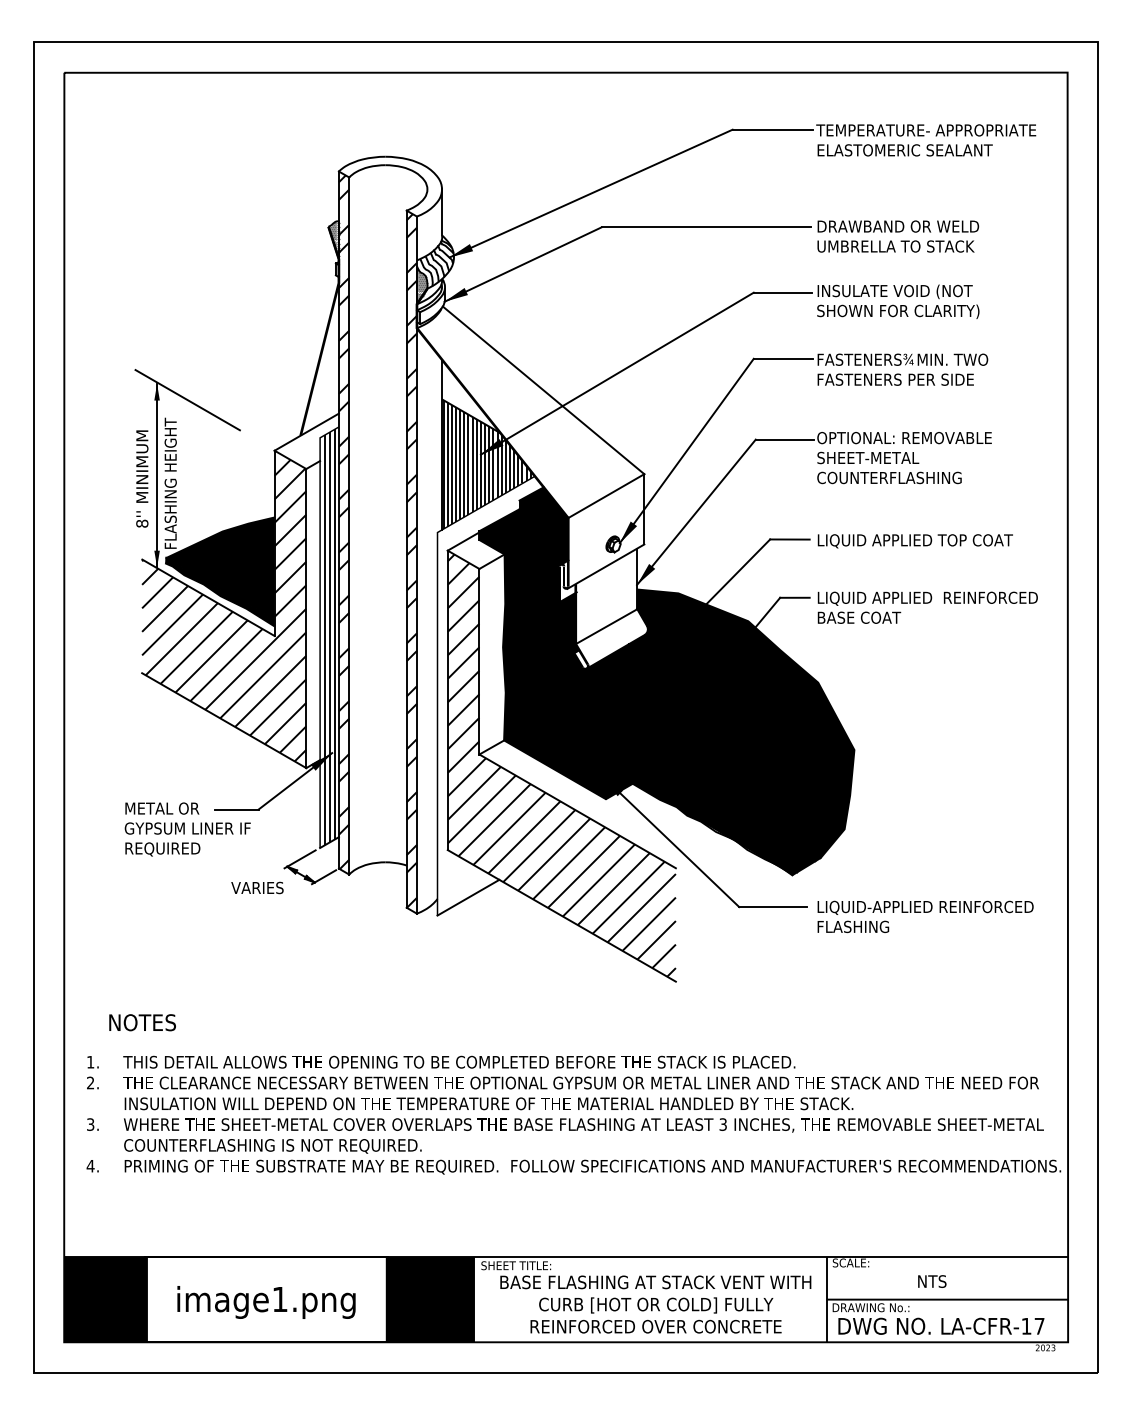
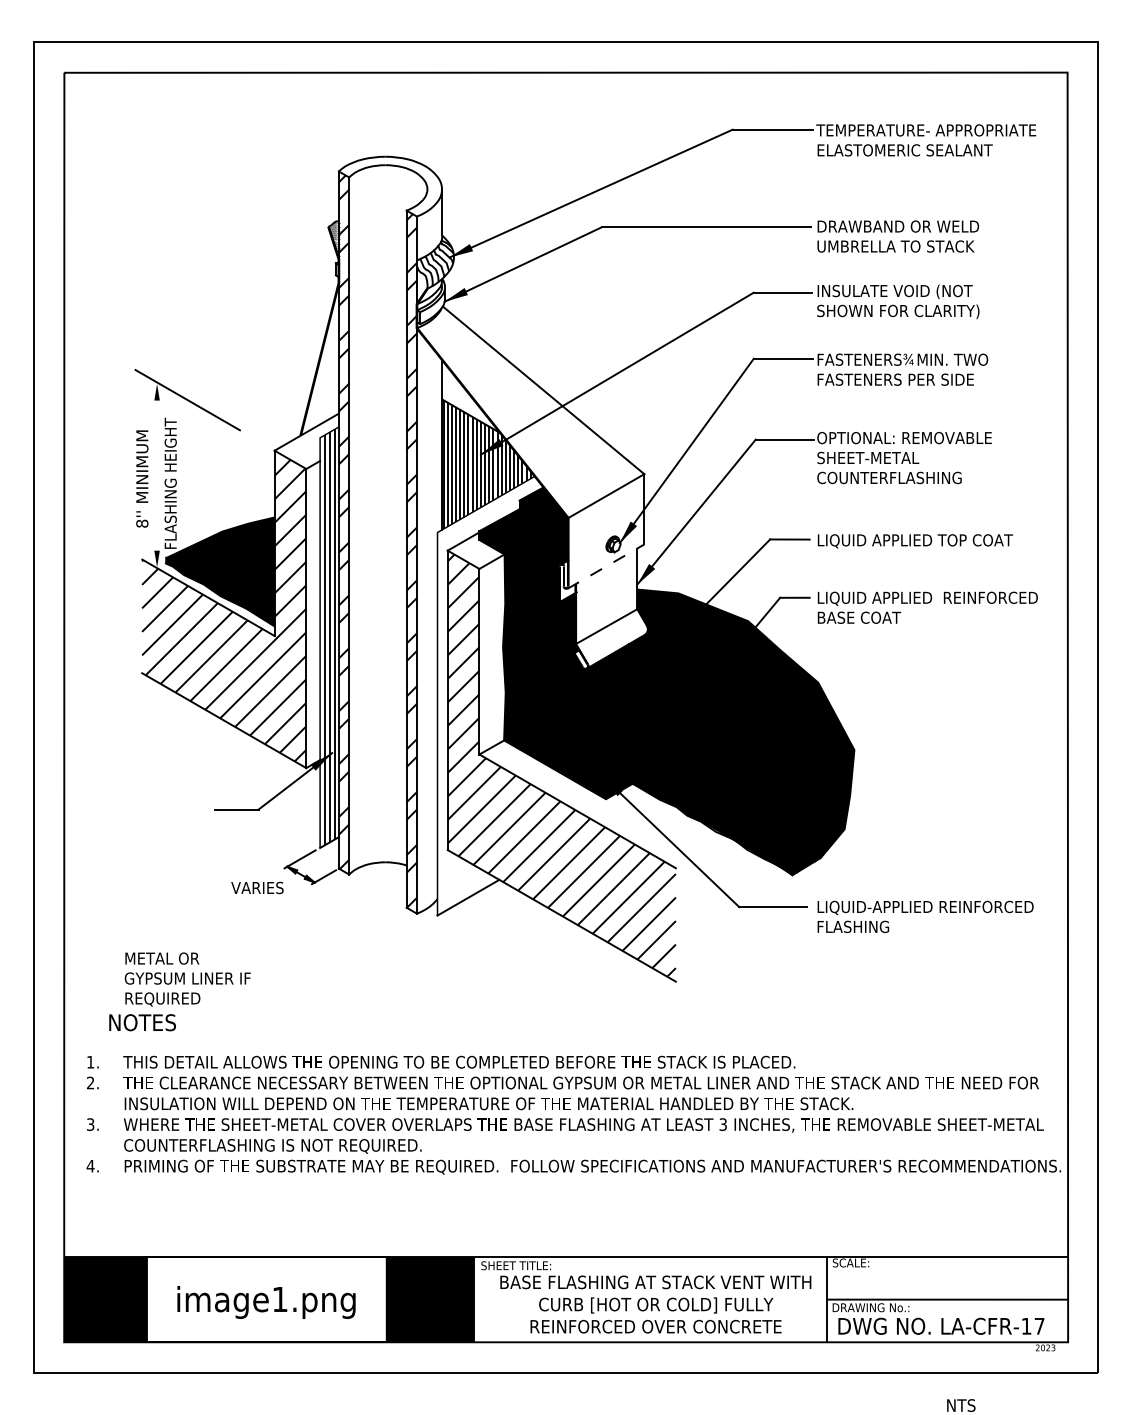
hatch at (421, 284): present -> none
line at (157, 475): present -> none
line at (606, 566): solid -> dashed
text at (187, 829) position: (187, 829) -> (187, 979)
text at (932, 1281) position: (932, 1281) -> (961, 1405)
